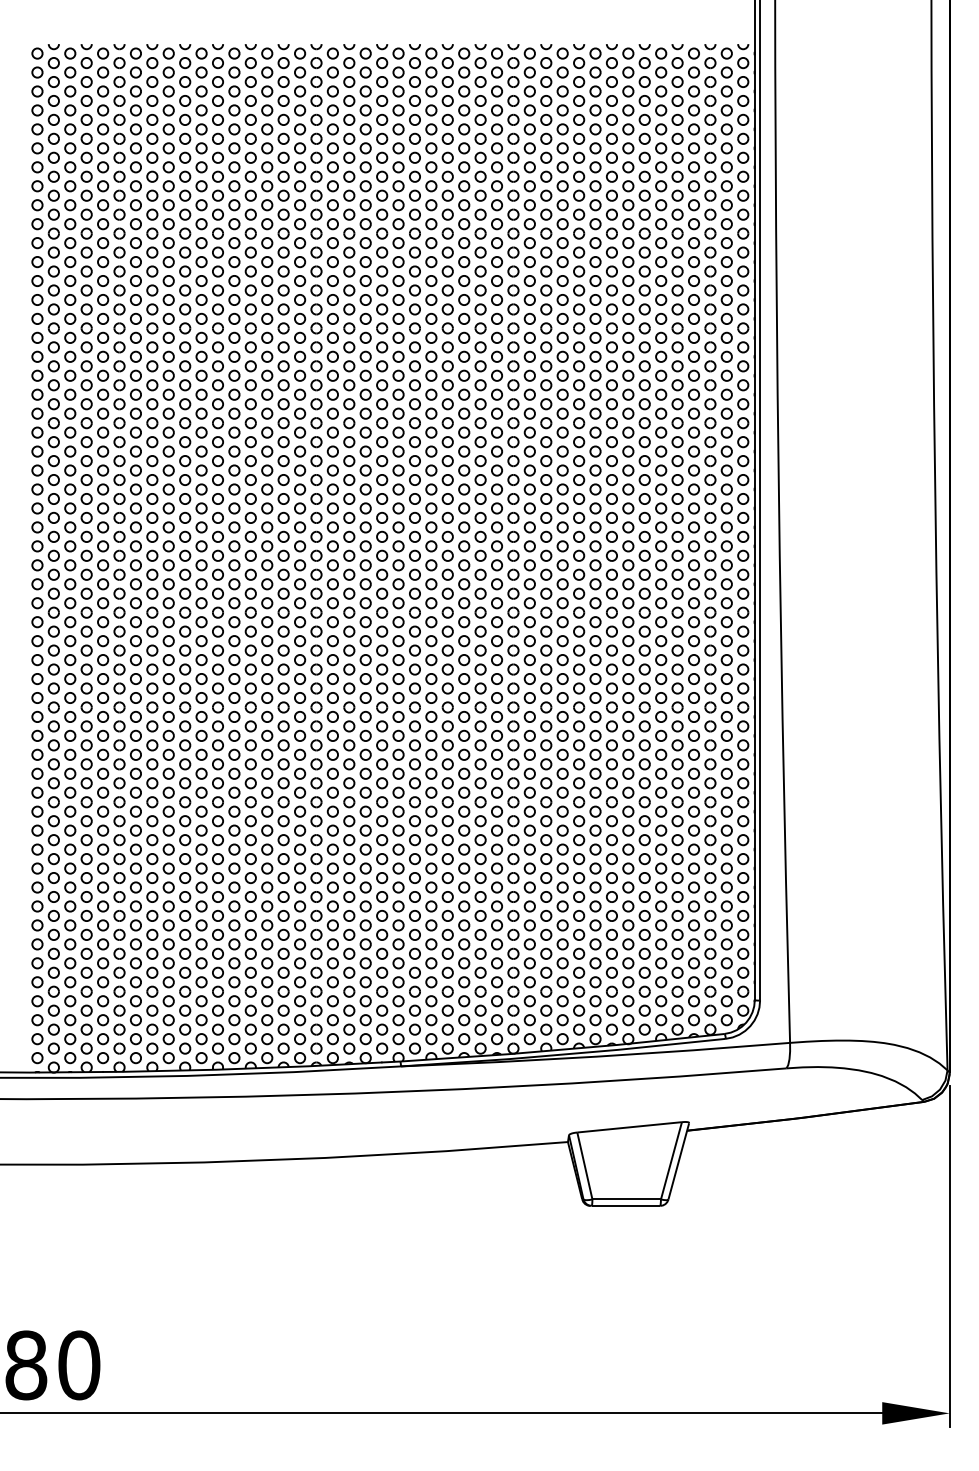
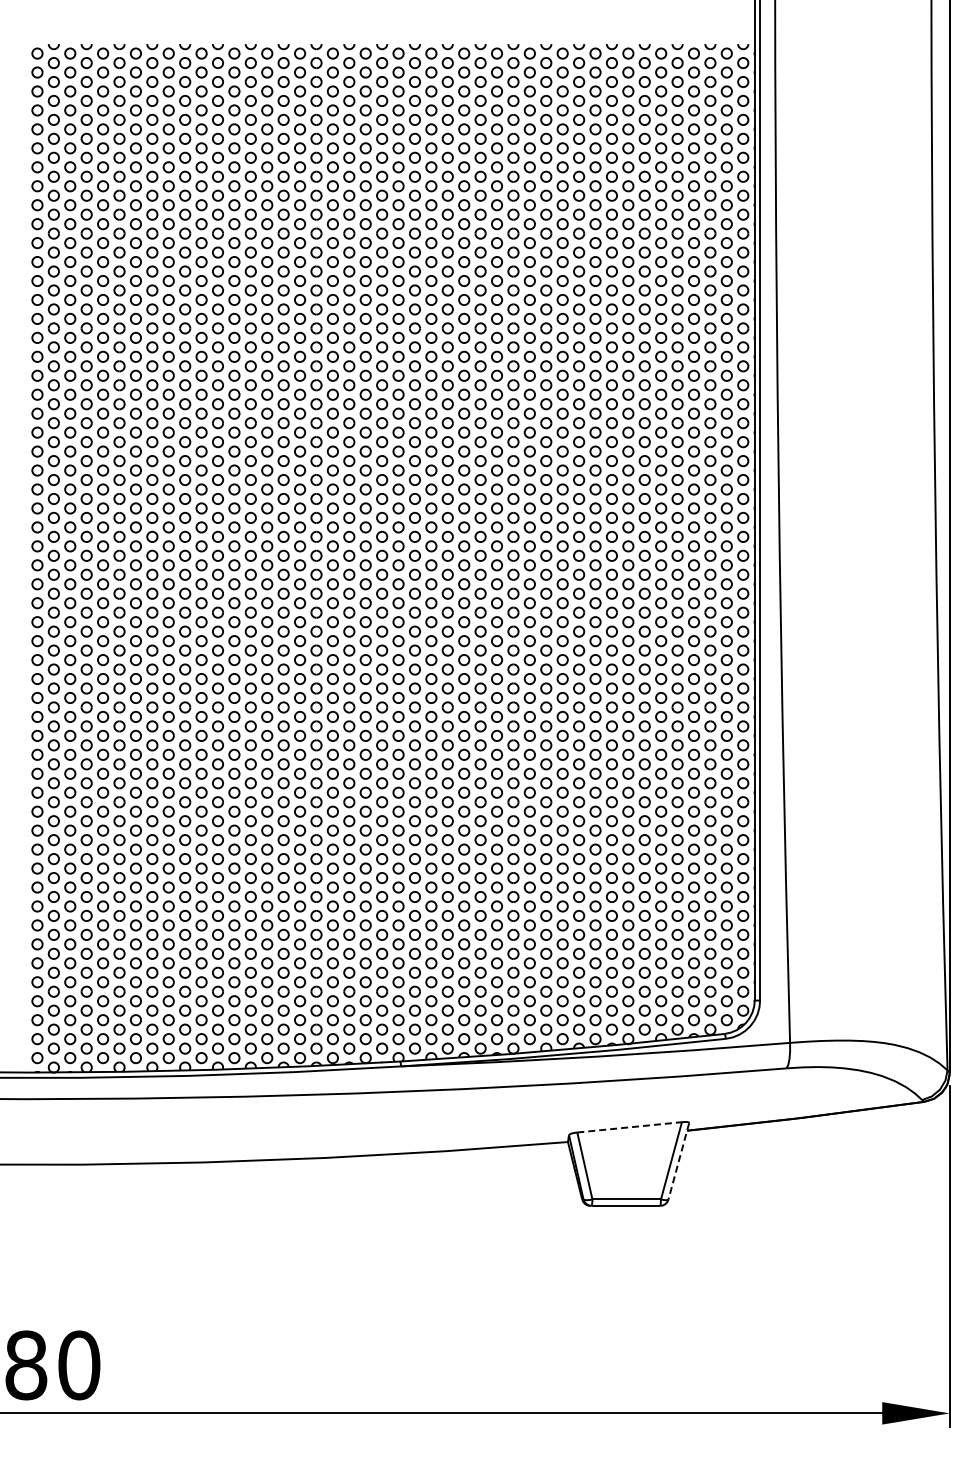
line at (629, 1127): solid -> dashed
line at (678, 1161): solid -> dashed
